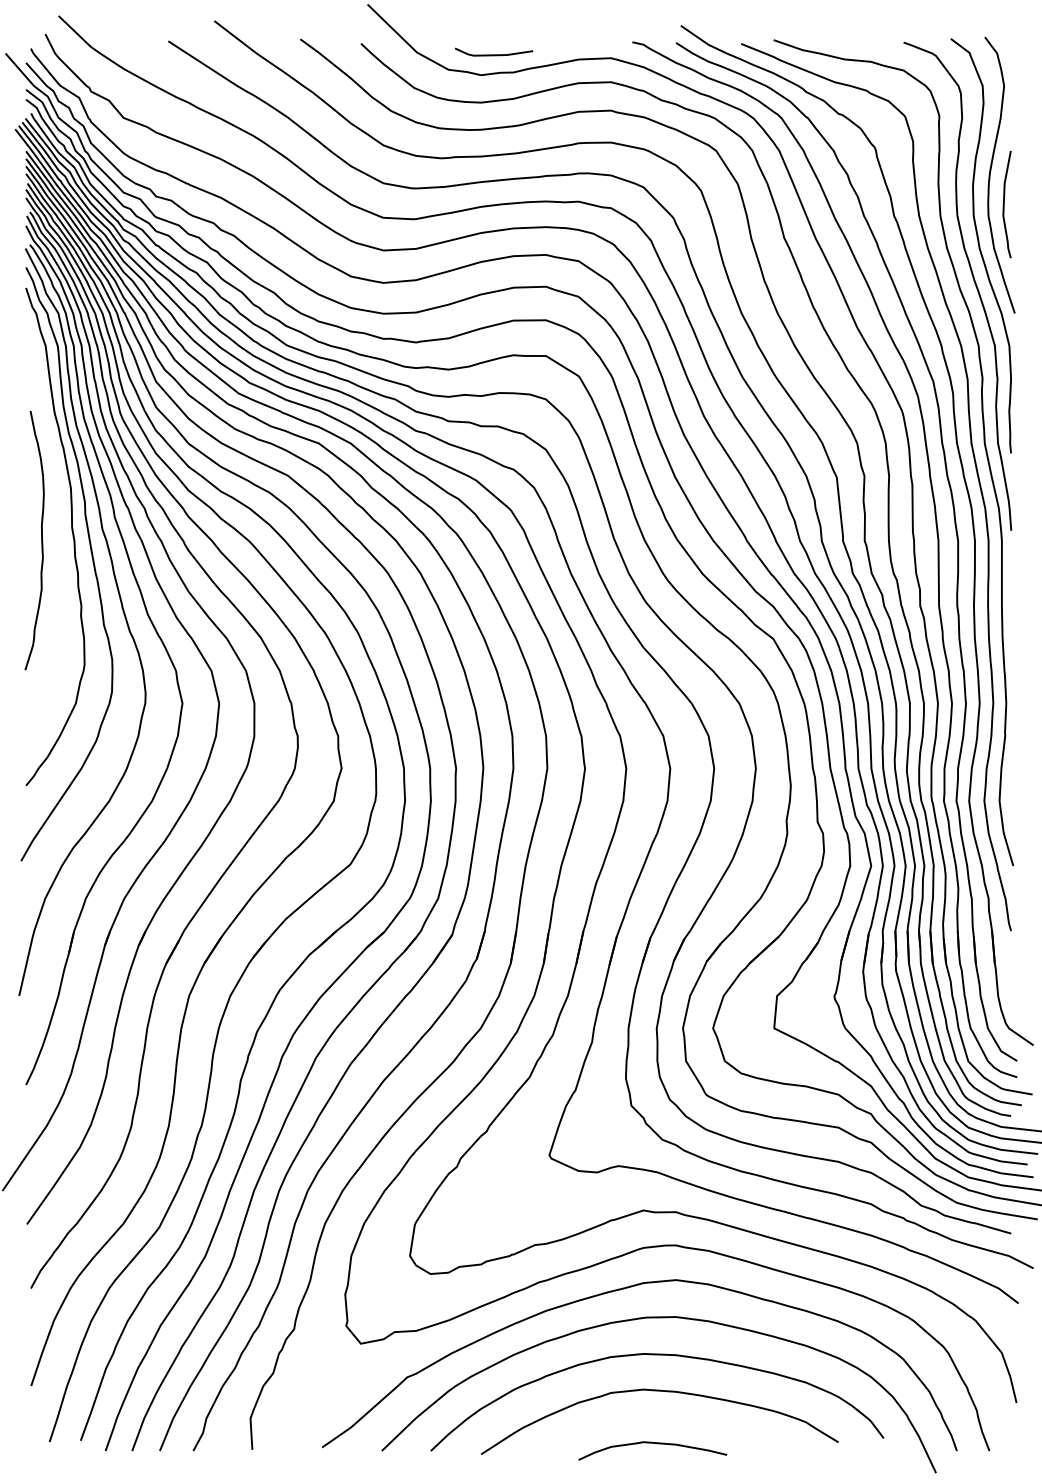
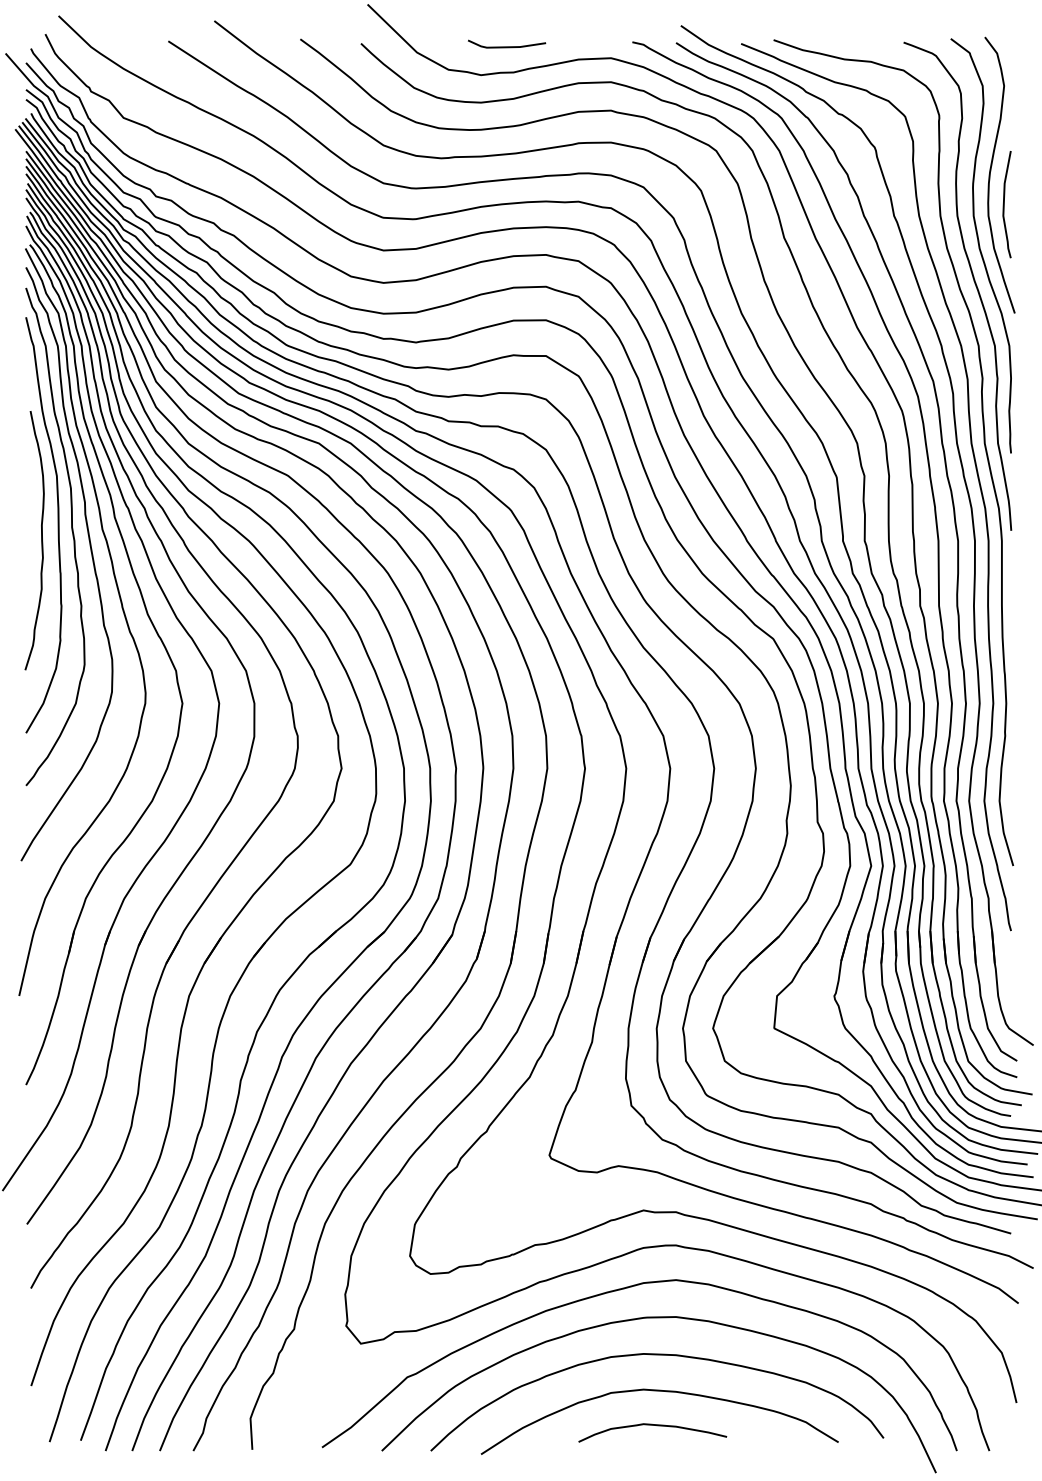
line at (494, 54) position: (494, 54) -> (507, 46)
curve at (57, 525): none -> present
curve at (652, 1443) position: (652, 1443) -> (652, 1425)
